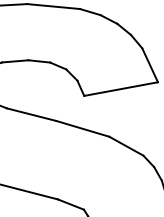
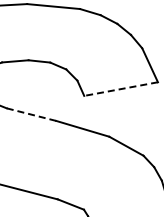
line at (120, 89): solid -> dashed
line at (31, 114): solid -> dashed
